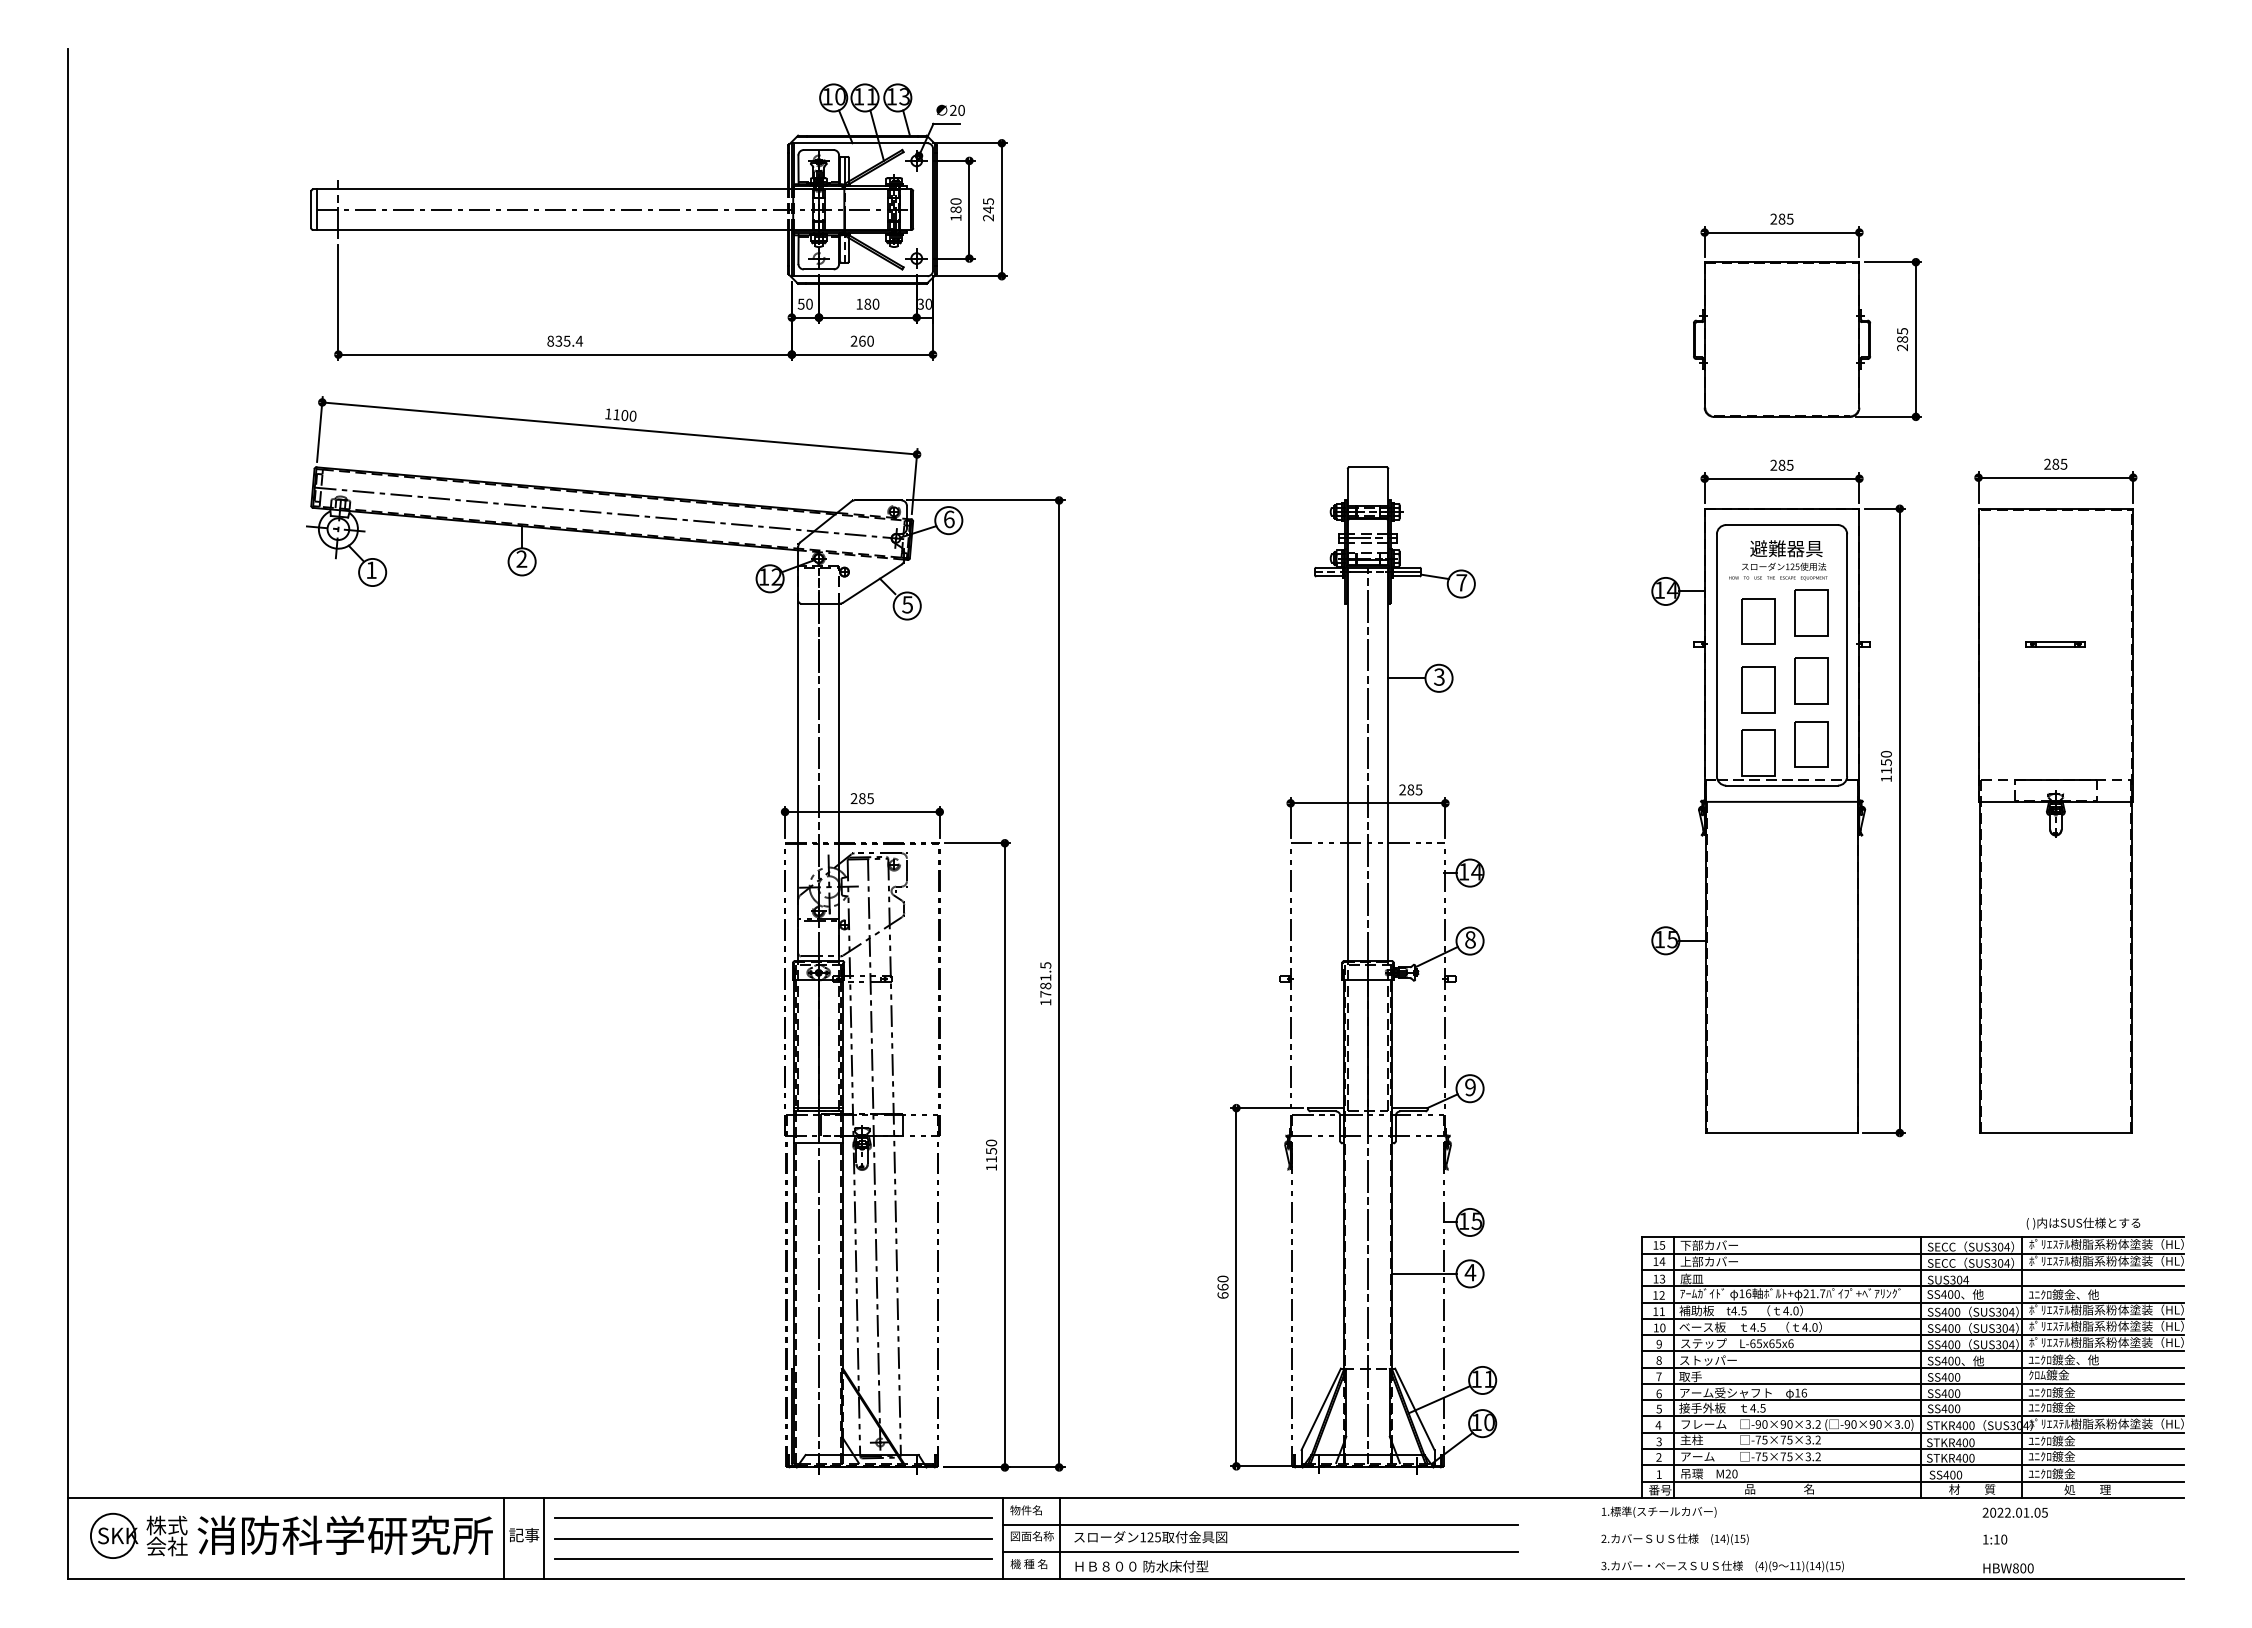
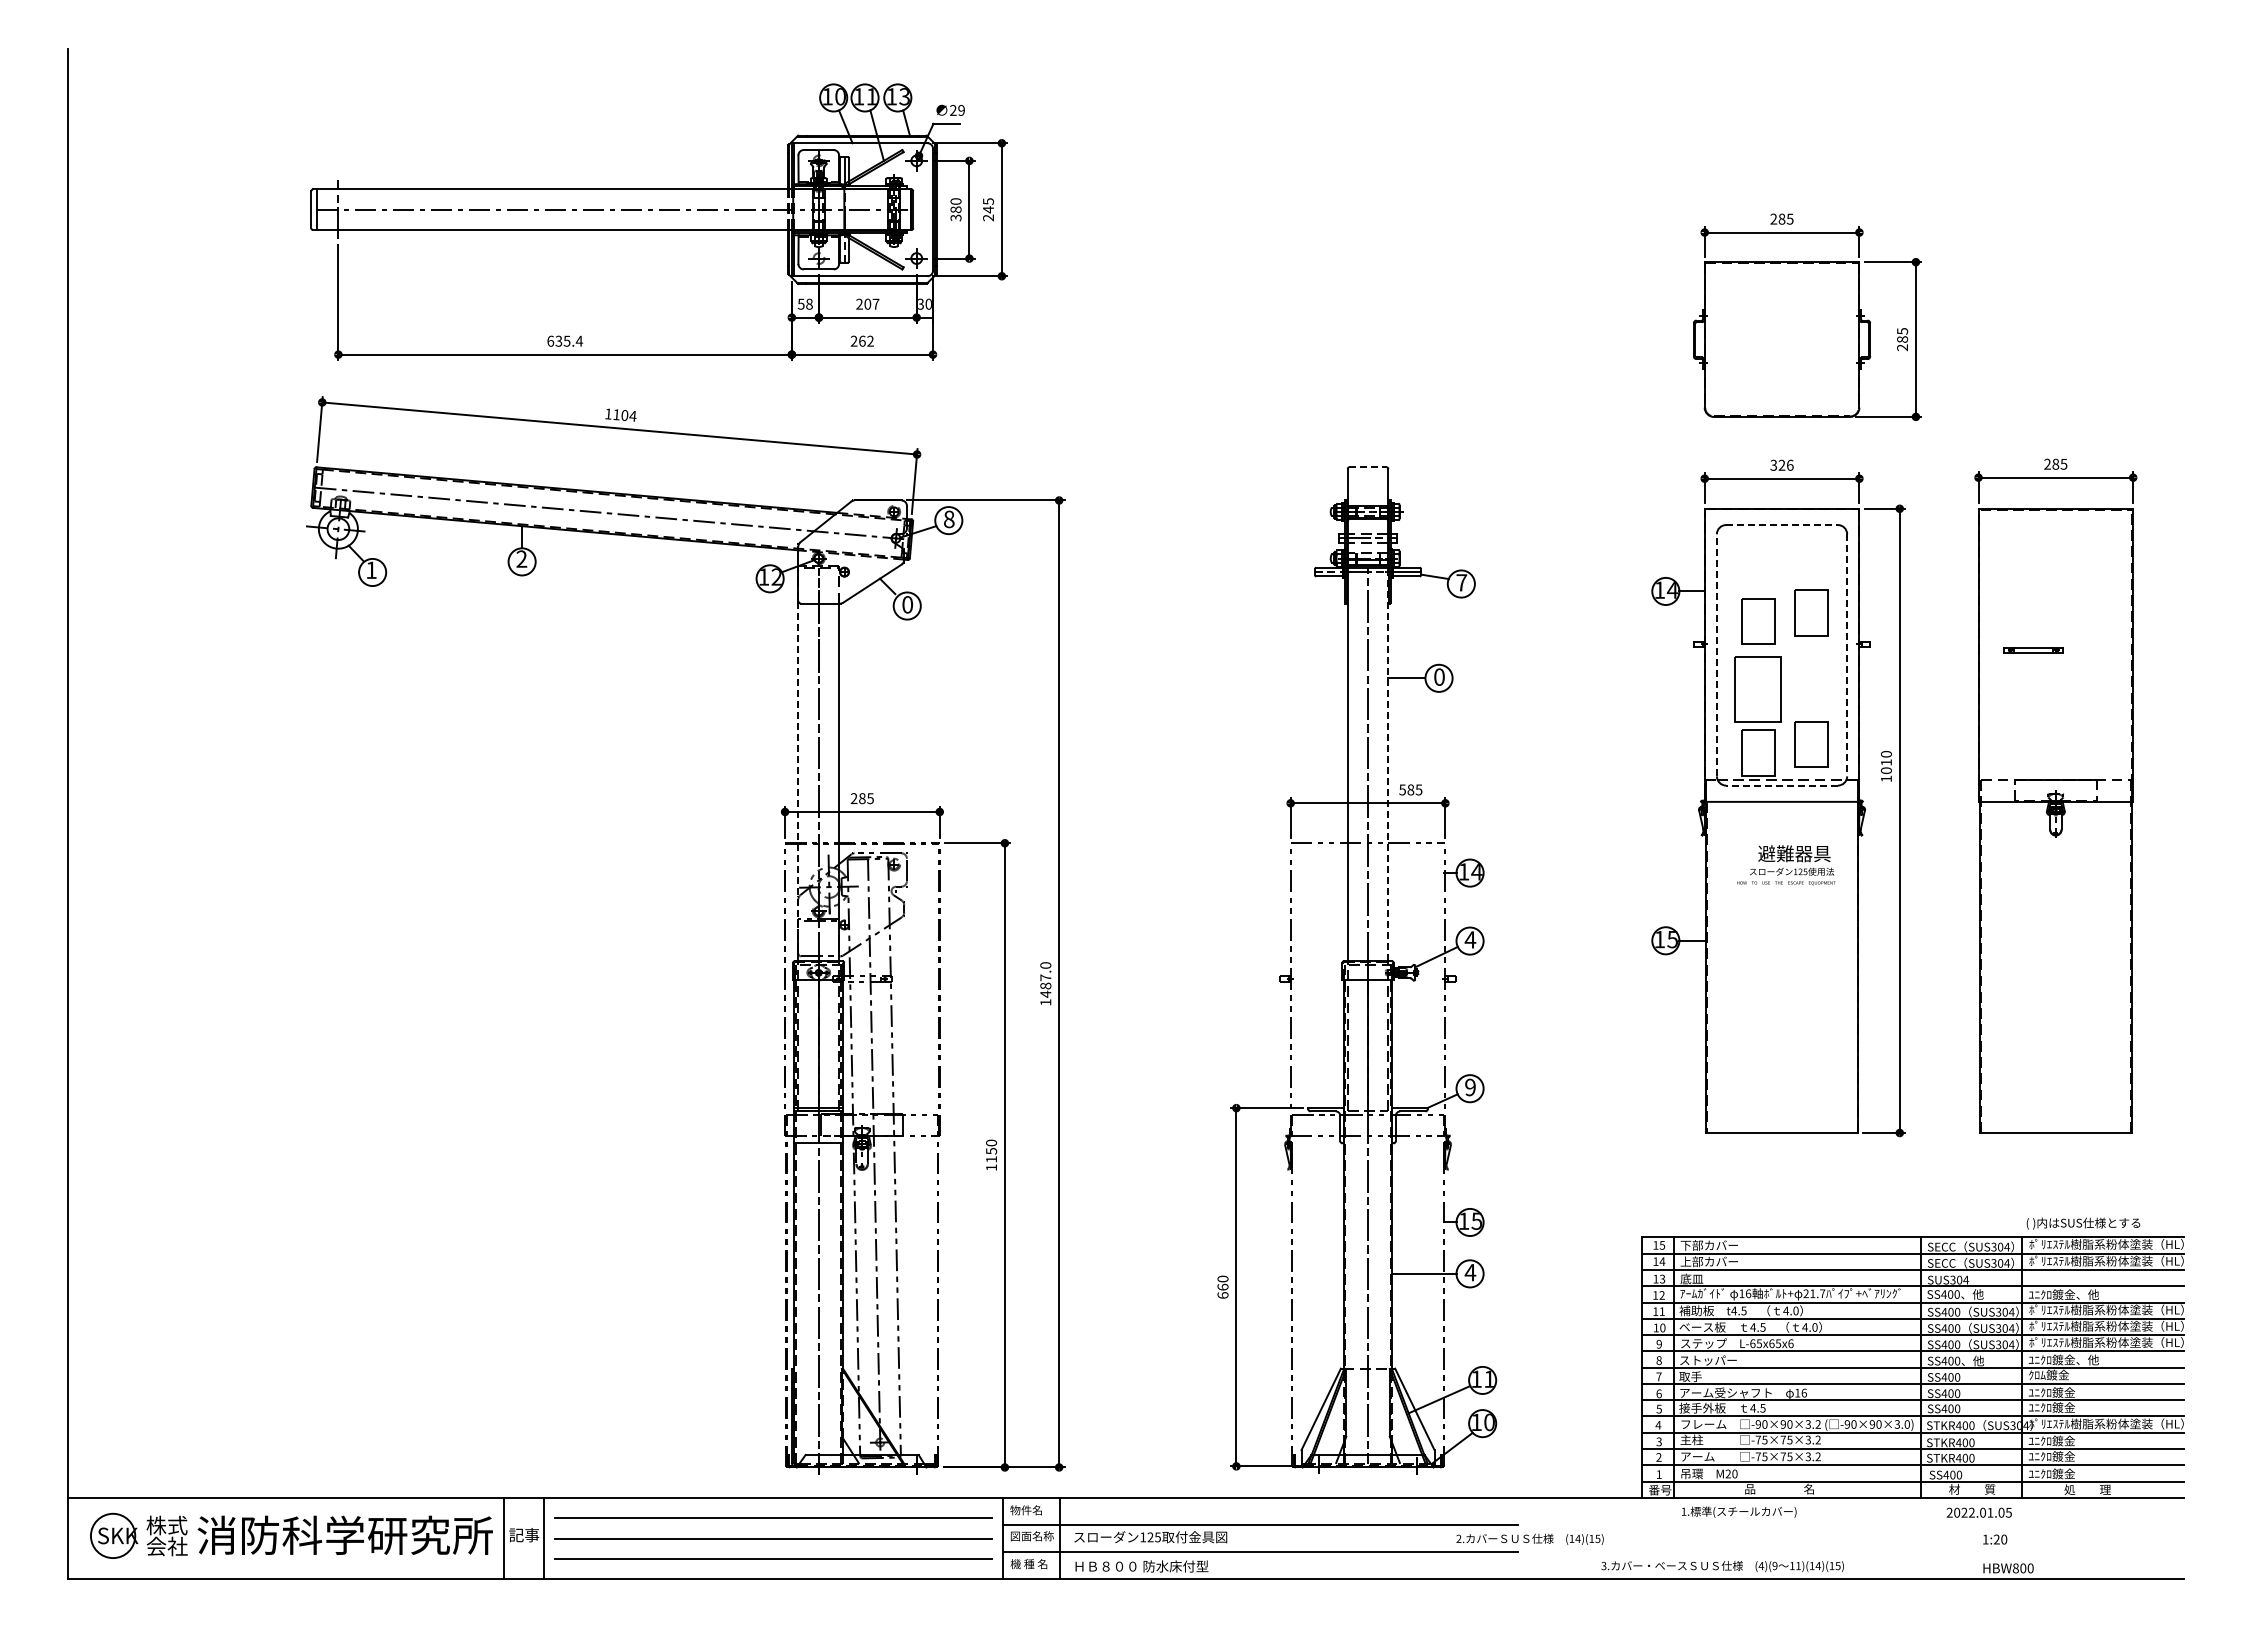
text at (961, 110): 20 -> 29
text at (955, 217): 180 -> 380
text at (867, 303): 180 -> 207
text at (809, 304): 50 -> 58
text at (550, 340): 835.4 -> 635.4
text at (870, 340): 260 -> 262
text at (632, 415): 1100 -> 1104
text at (1781, 464): 285 -> 326
line at (1368, 467): solid -> dashed
text at (949, 519): 6 -> 8
line at (1782, 525): solid -> dashed
text at (1778, 560) position: (1778, 560) -> (1786, 865)
text at (907, 604): 5 -> 0
part at (2055, 644) position: (2055, 644) -> (2033, 650)
line at (1716, 654): solid -> dashed
line at (1847, 655): solid -> dashed
text at (1439, 676): 3 -> 0
part at (1811, 680): present -> none
part at (1758, 689) size: 35x48 px -> 48x67 px
line at (1388, 764): solid -> dashed
text at (1885, 766): 1150 -> 1010
line at (798, 780): solid -> dashed
line at (1782, 785): solid -> dashed
text at (1402, 789): 285 -> 585
text at (1470, 939): 8 -> 4
text at (1045, 979): 1781.5 -> 1487.0
text at (1659, 1511) position: (1659, 1511) -> (1739, 1511)
text at (2014, 1512) position: (2014, 1512) -> (1978, 1512)
text at (1674, 1538) position: (1674, 1538) -> (1529, 1538)
text at (1996, 1539): 1:10 -> 1:20
